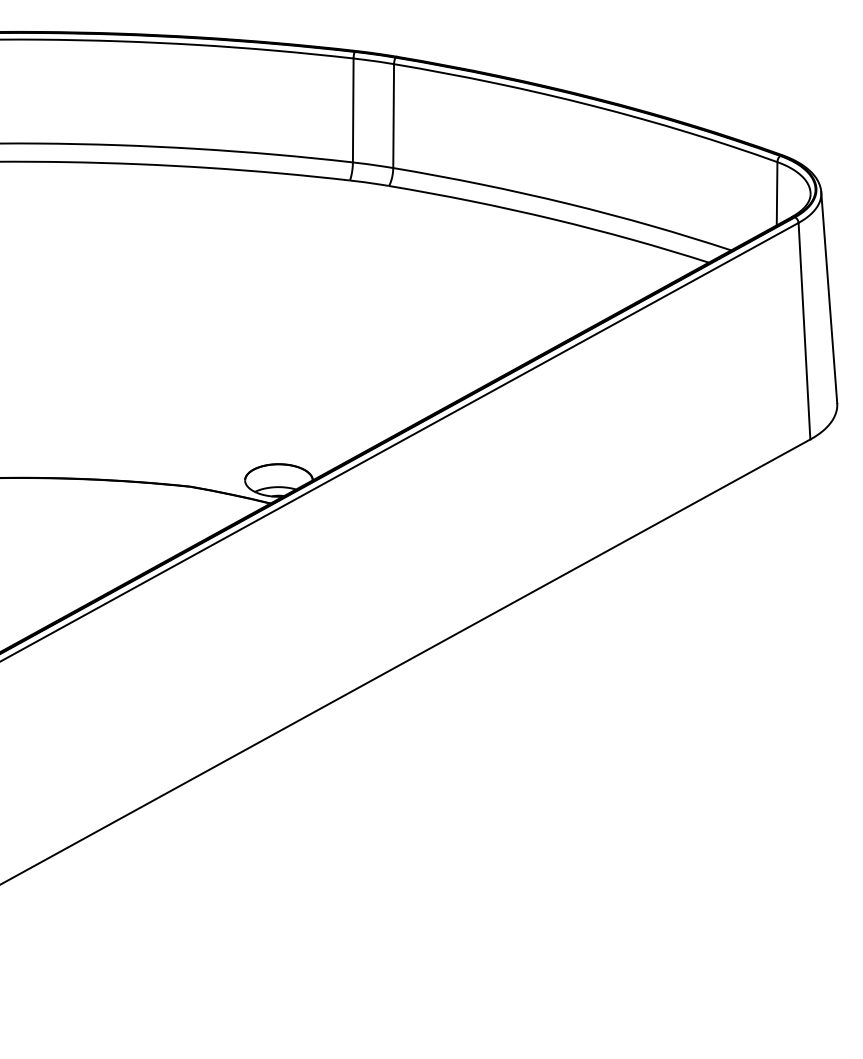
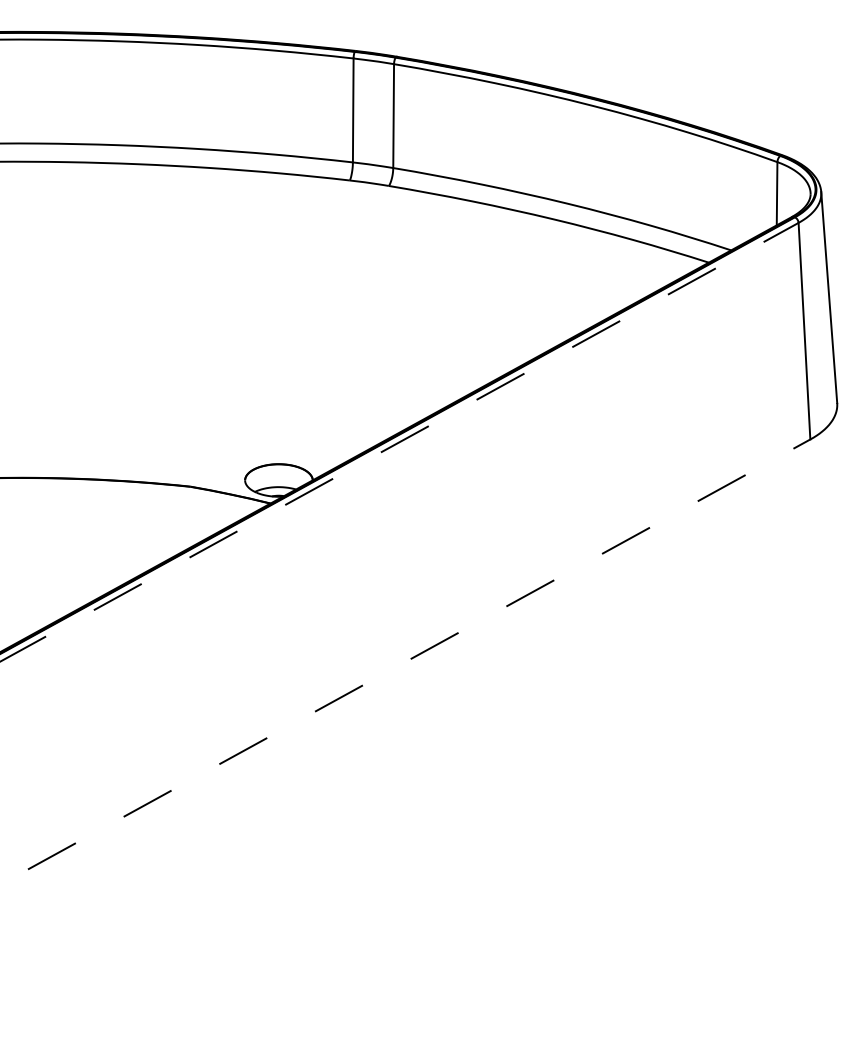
line at (400, 441): solid -> dashed
line at (405, 661): solid -> dashed
